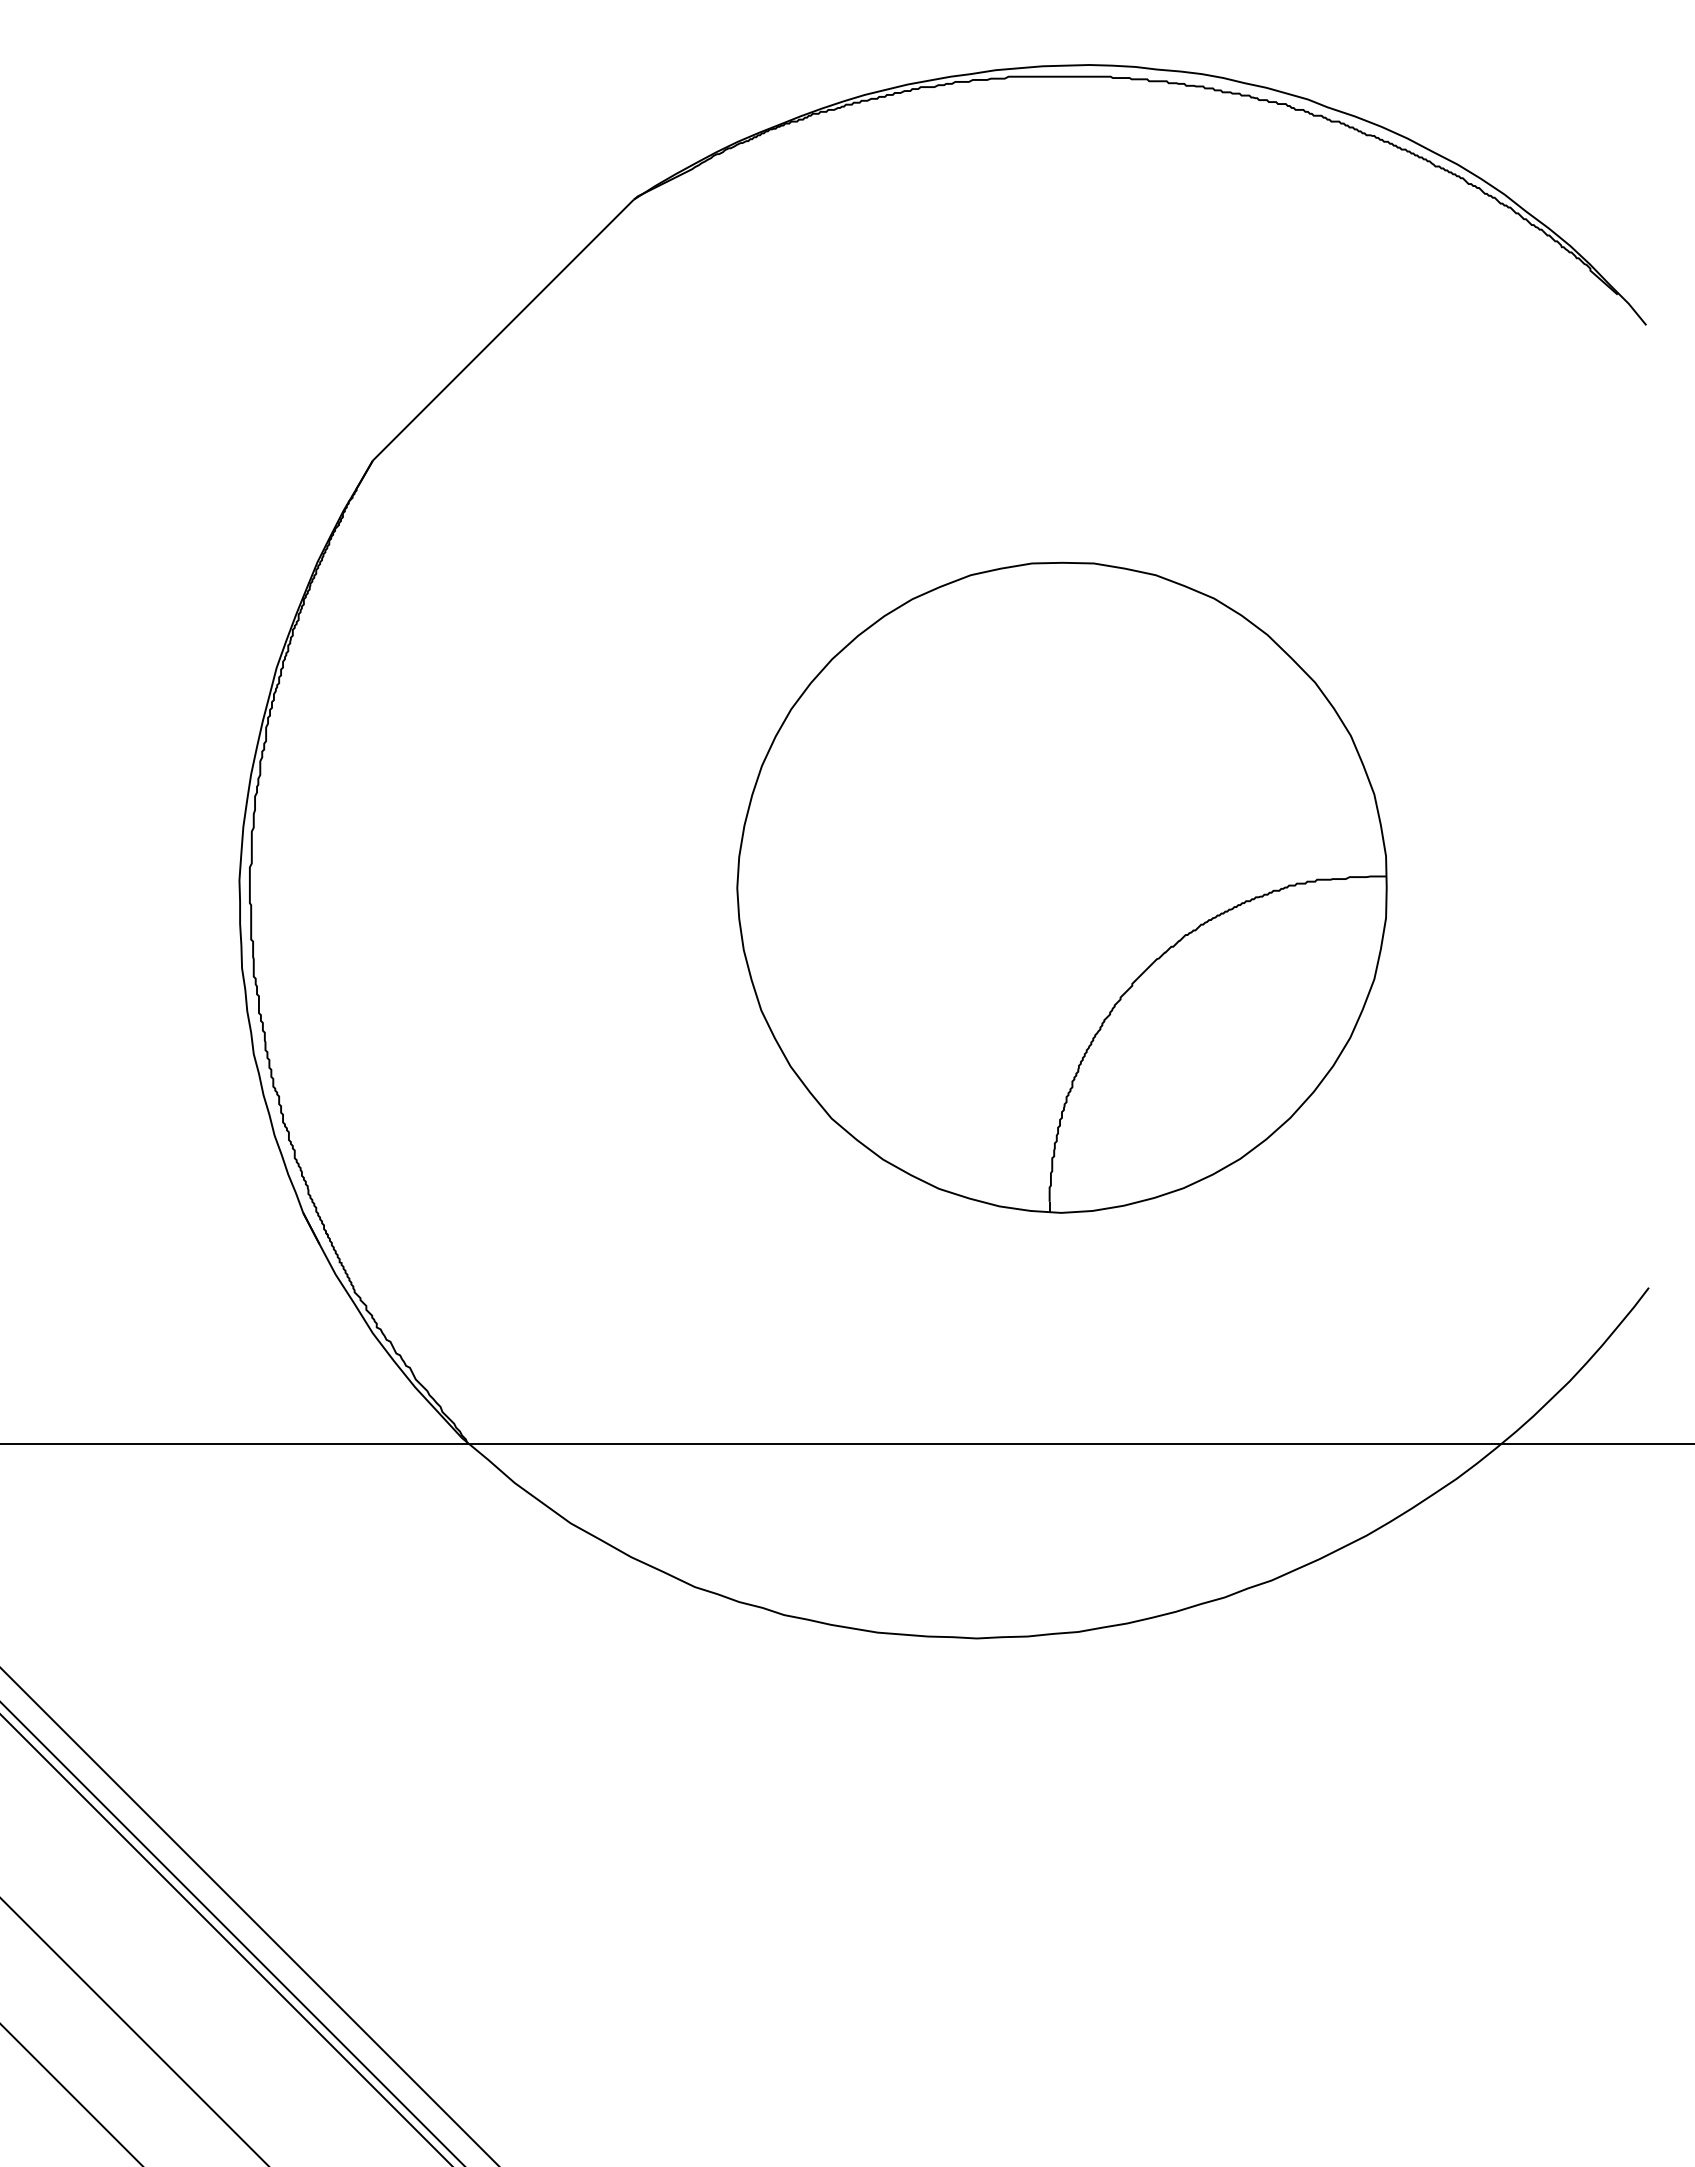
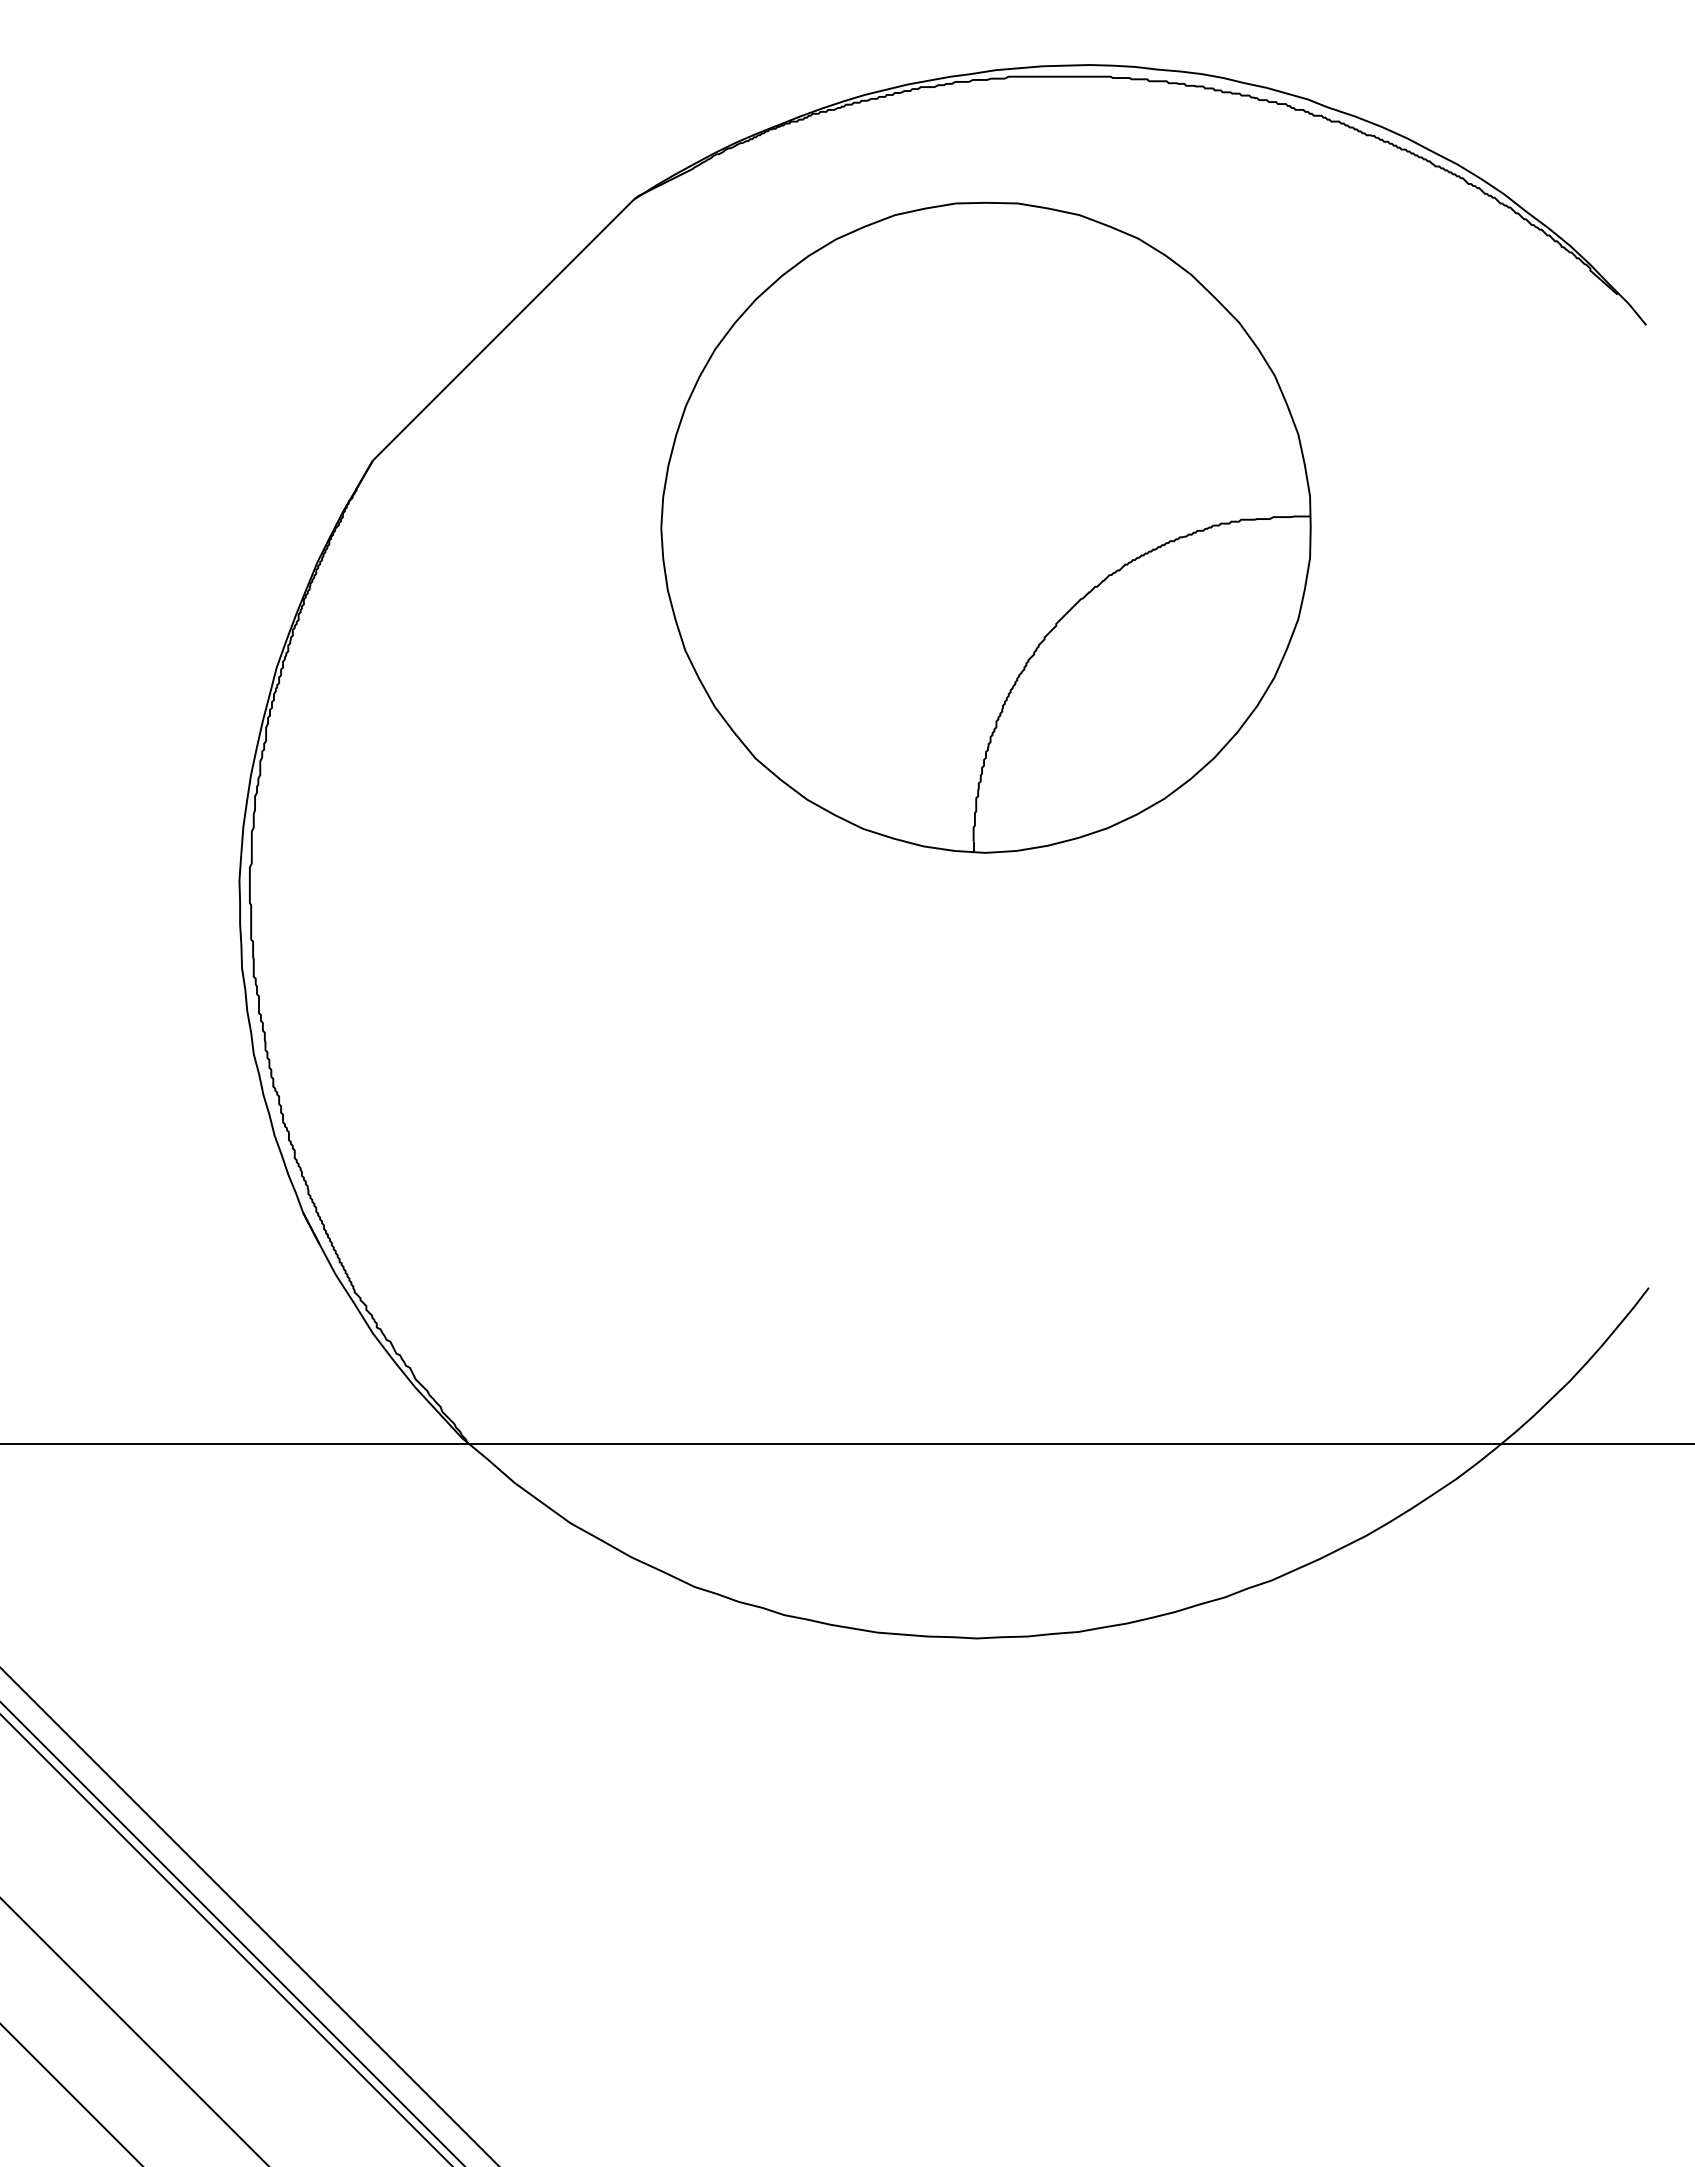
part at (1061, 887) position: (1061, 887) -> (985, 527)
